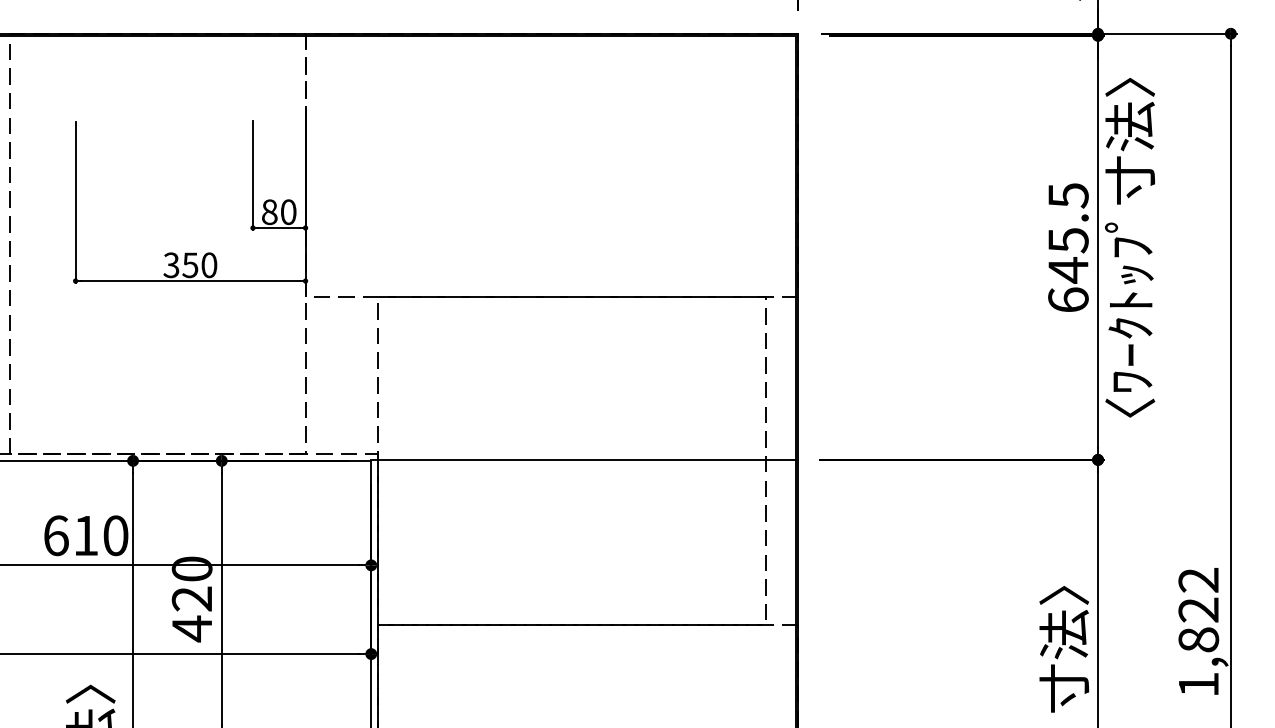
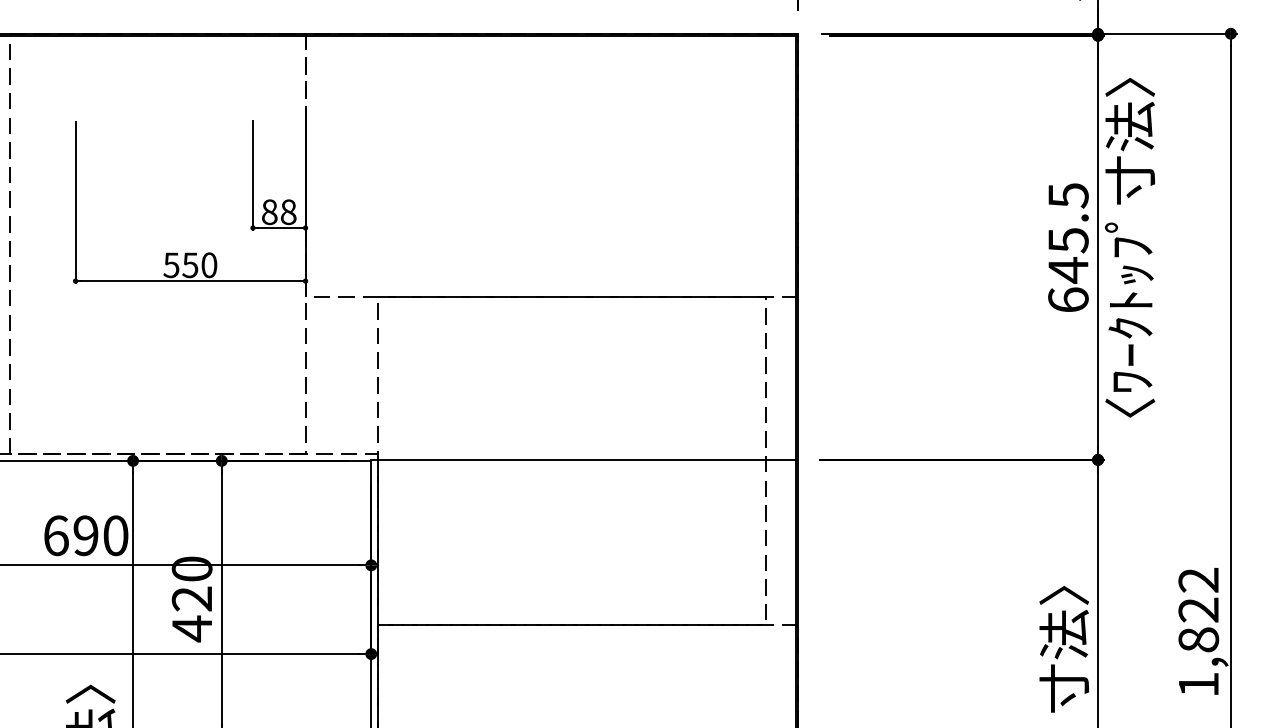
text at (288, 211): 80 -> 88
text at (171, 264): 350 -> 550
text at (85, 535): 610 -> 690
